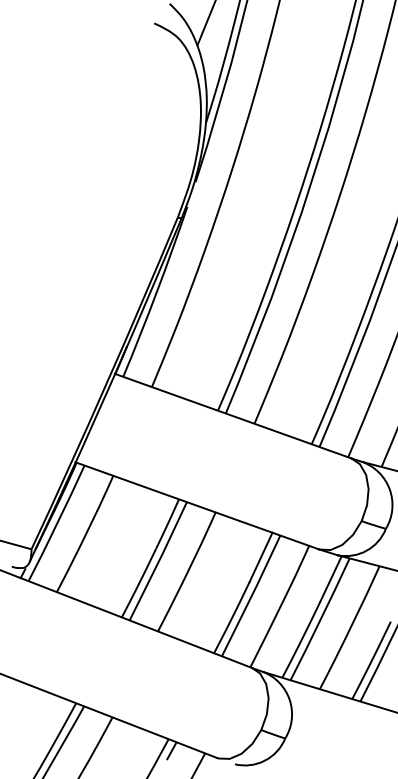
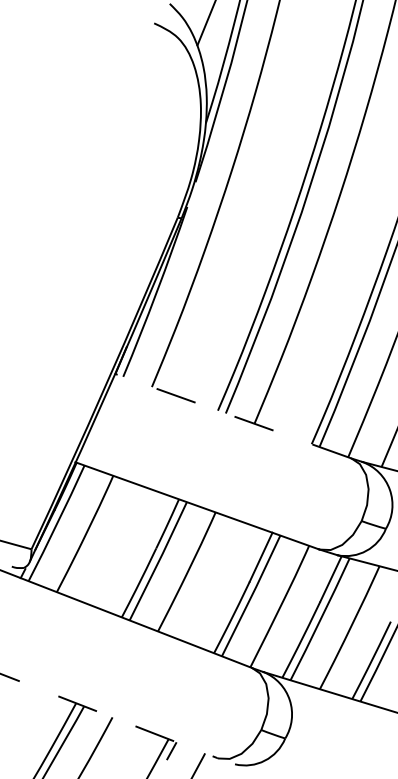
line at (233, 416): solid -> dashed
line at (109, 716): solid -> dashed
